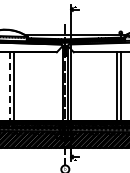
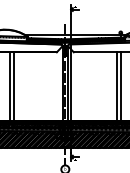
line at (9, 87): dashed -> solid
